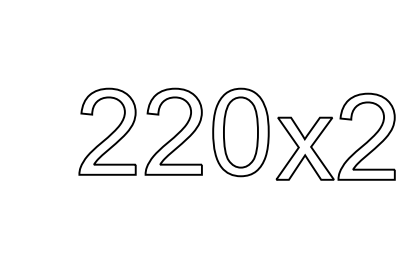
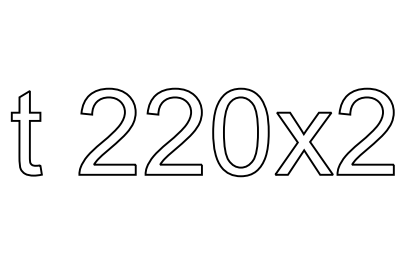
part at (324, 130) position: (324, 130) -> (323, 125)
part at (26, 133): none -> present
